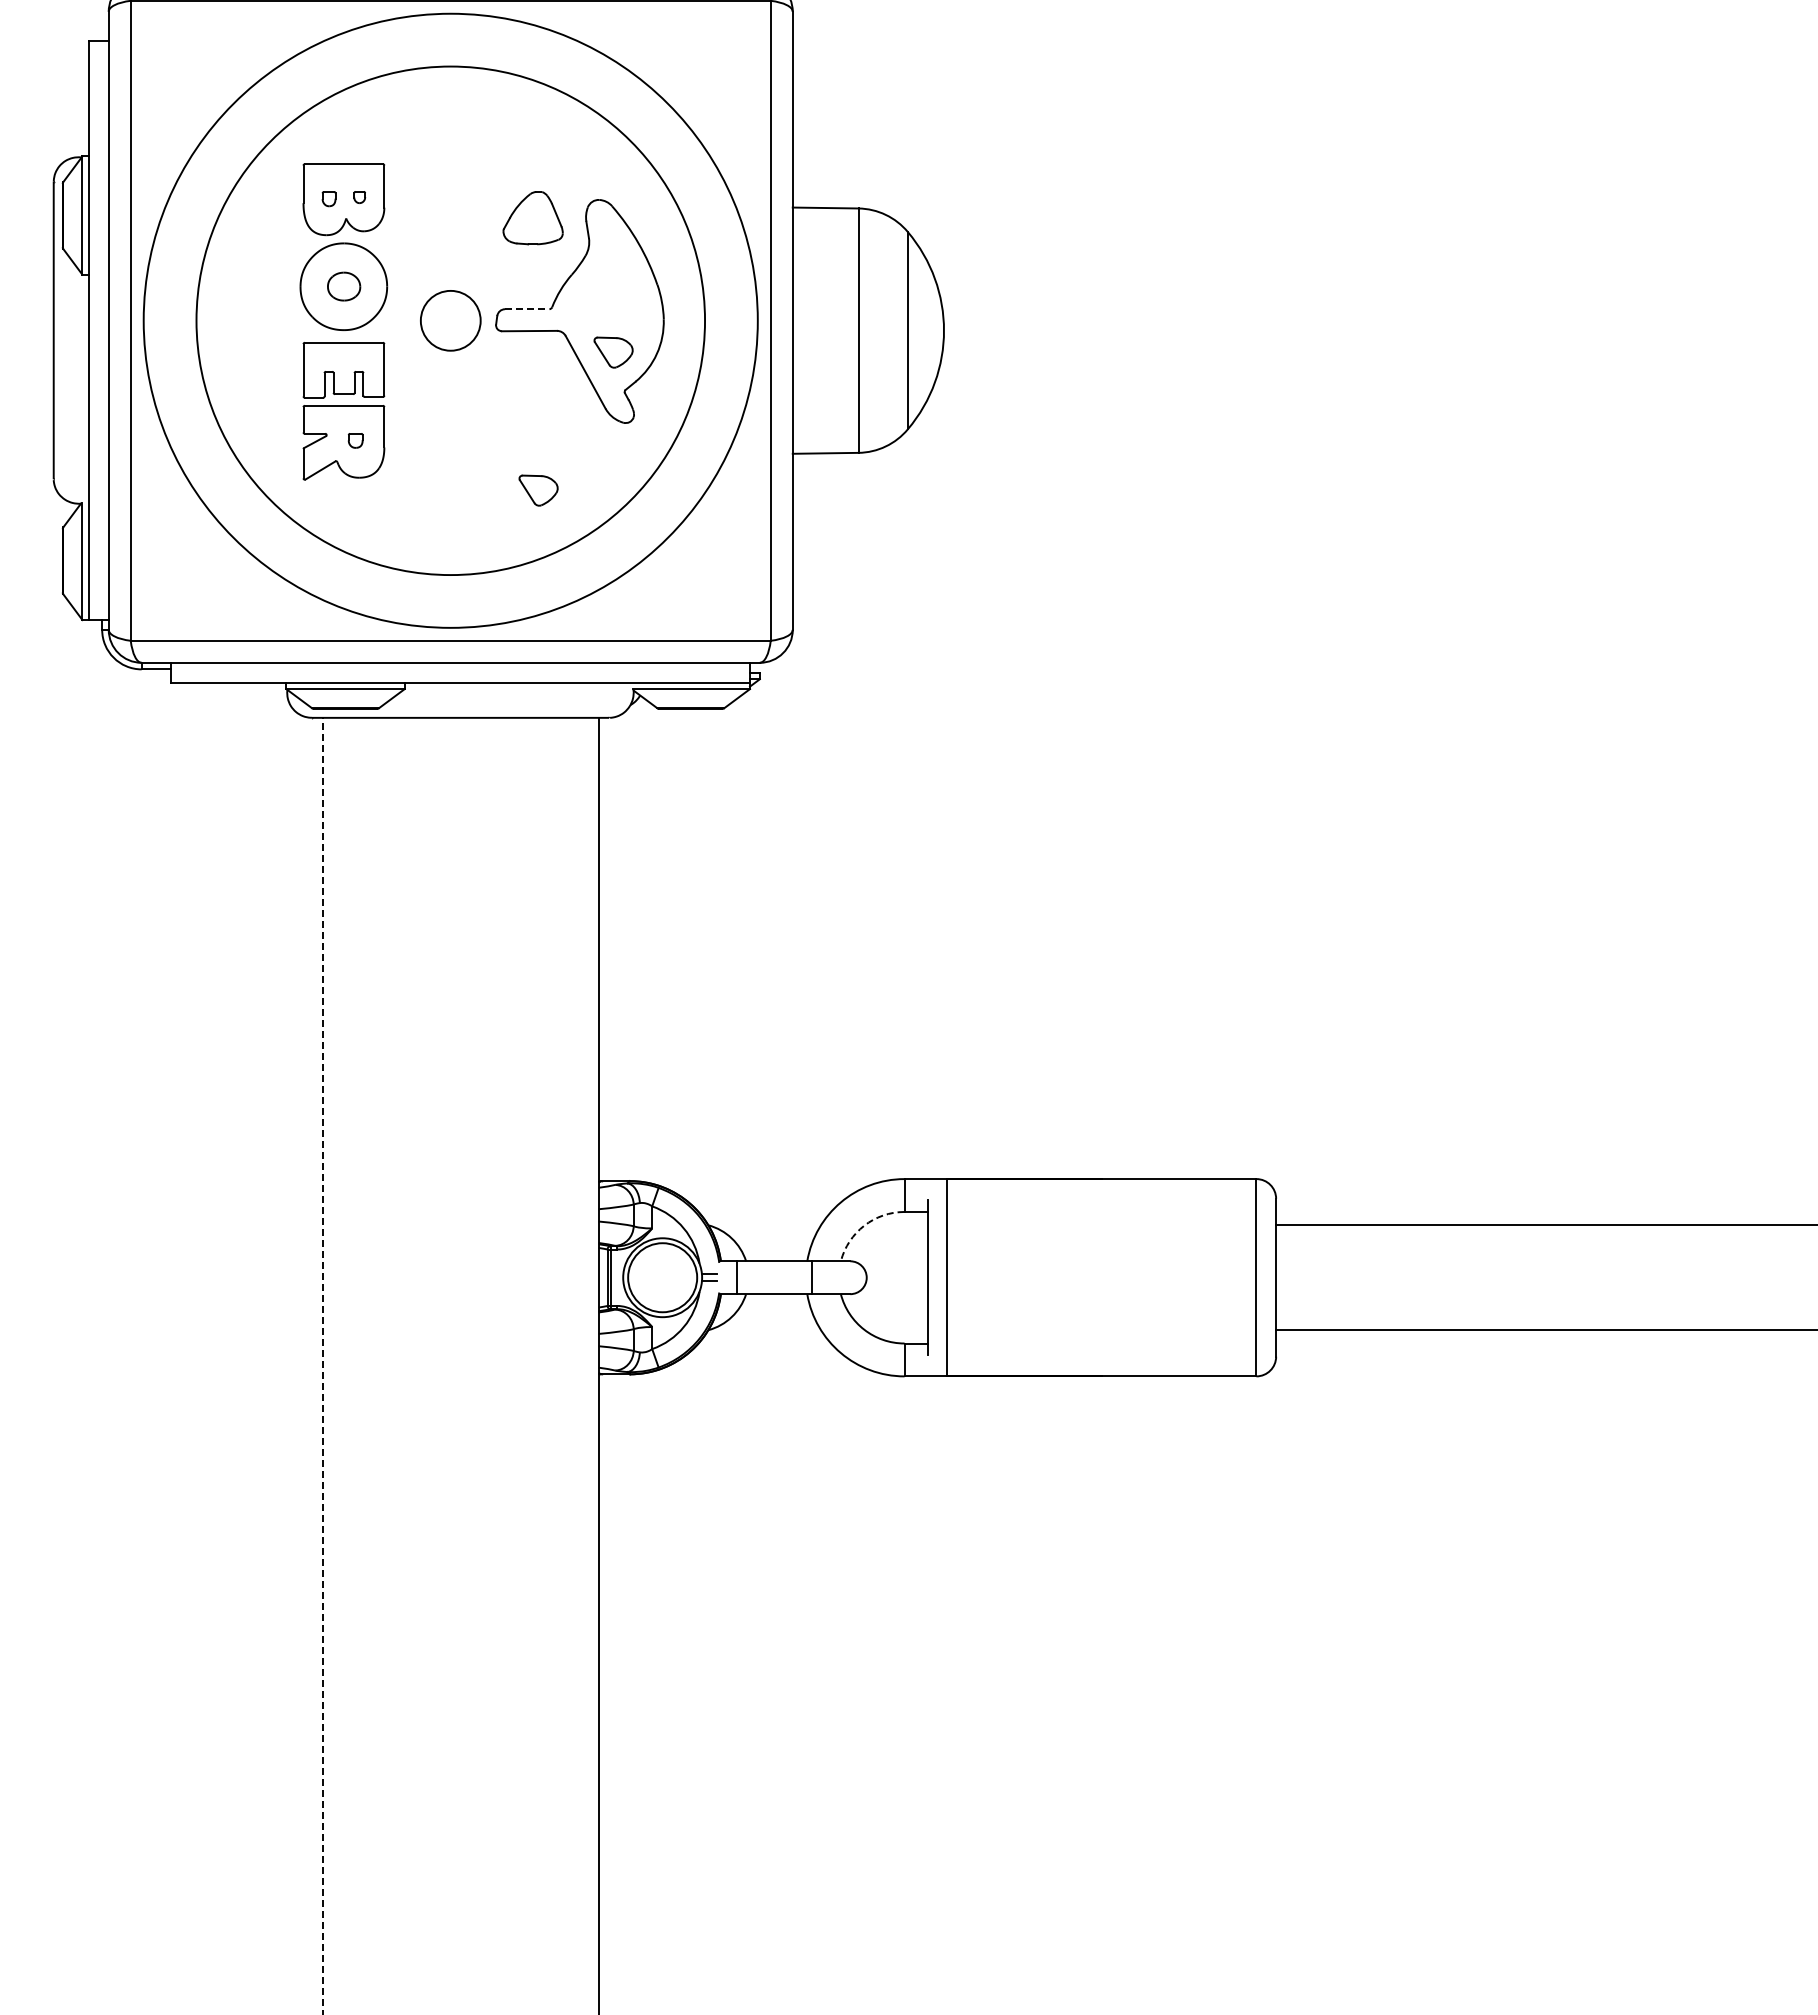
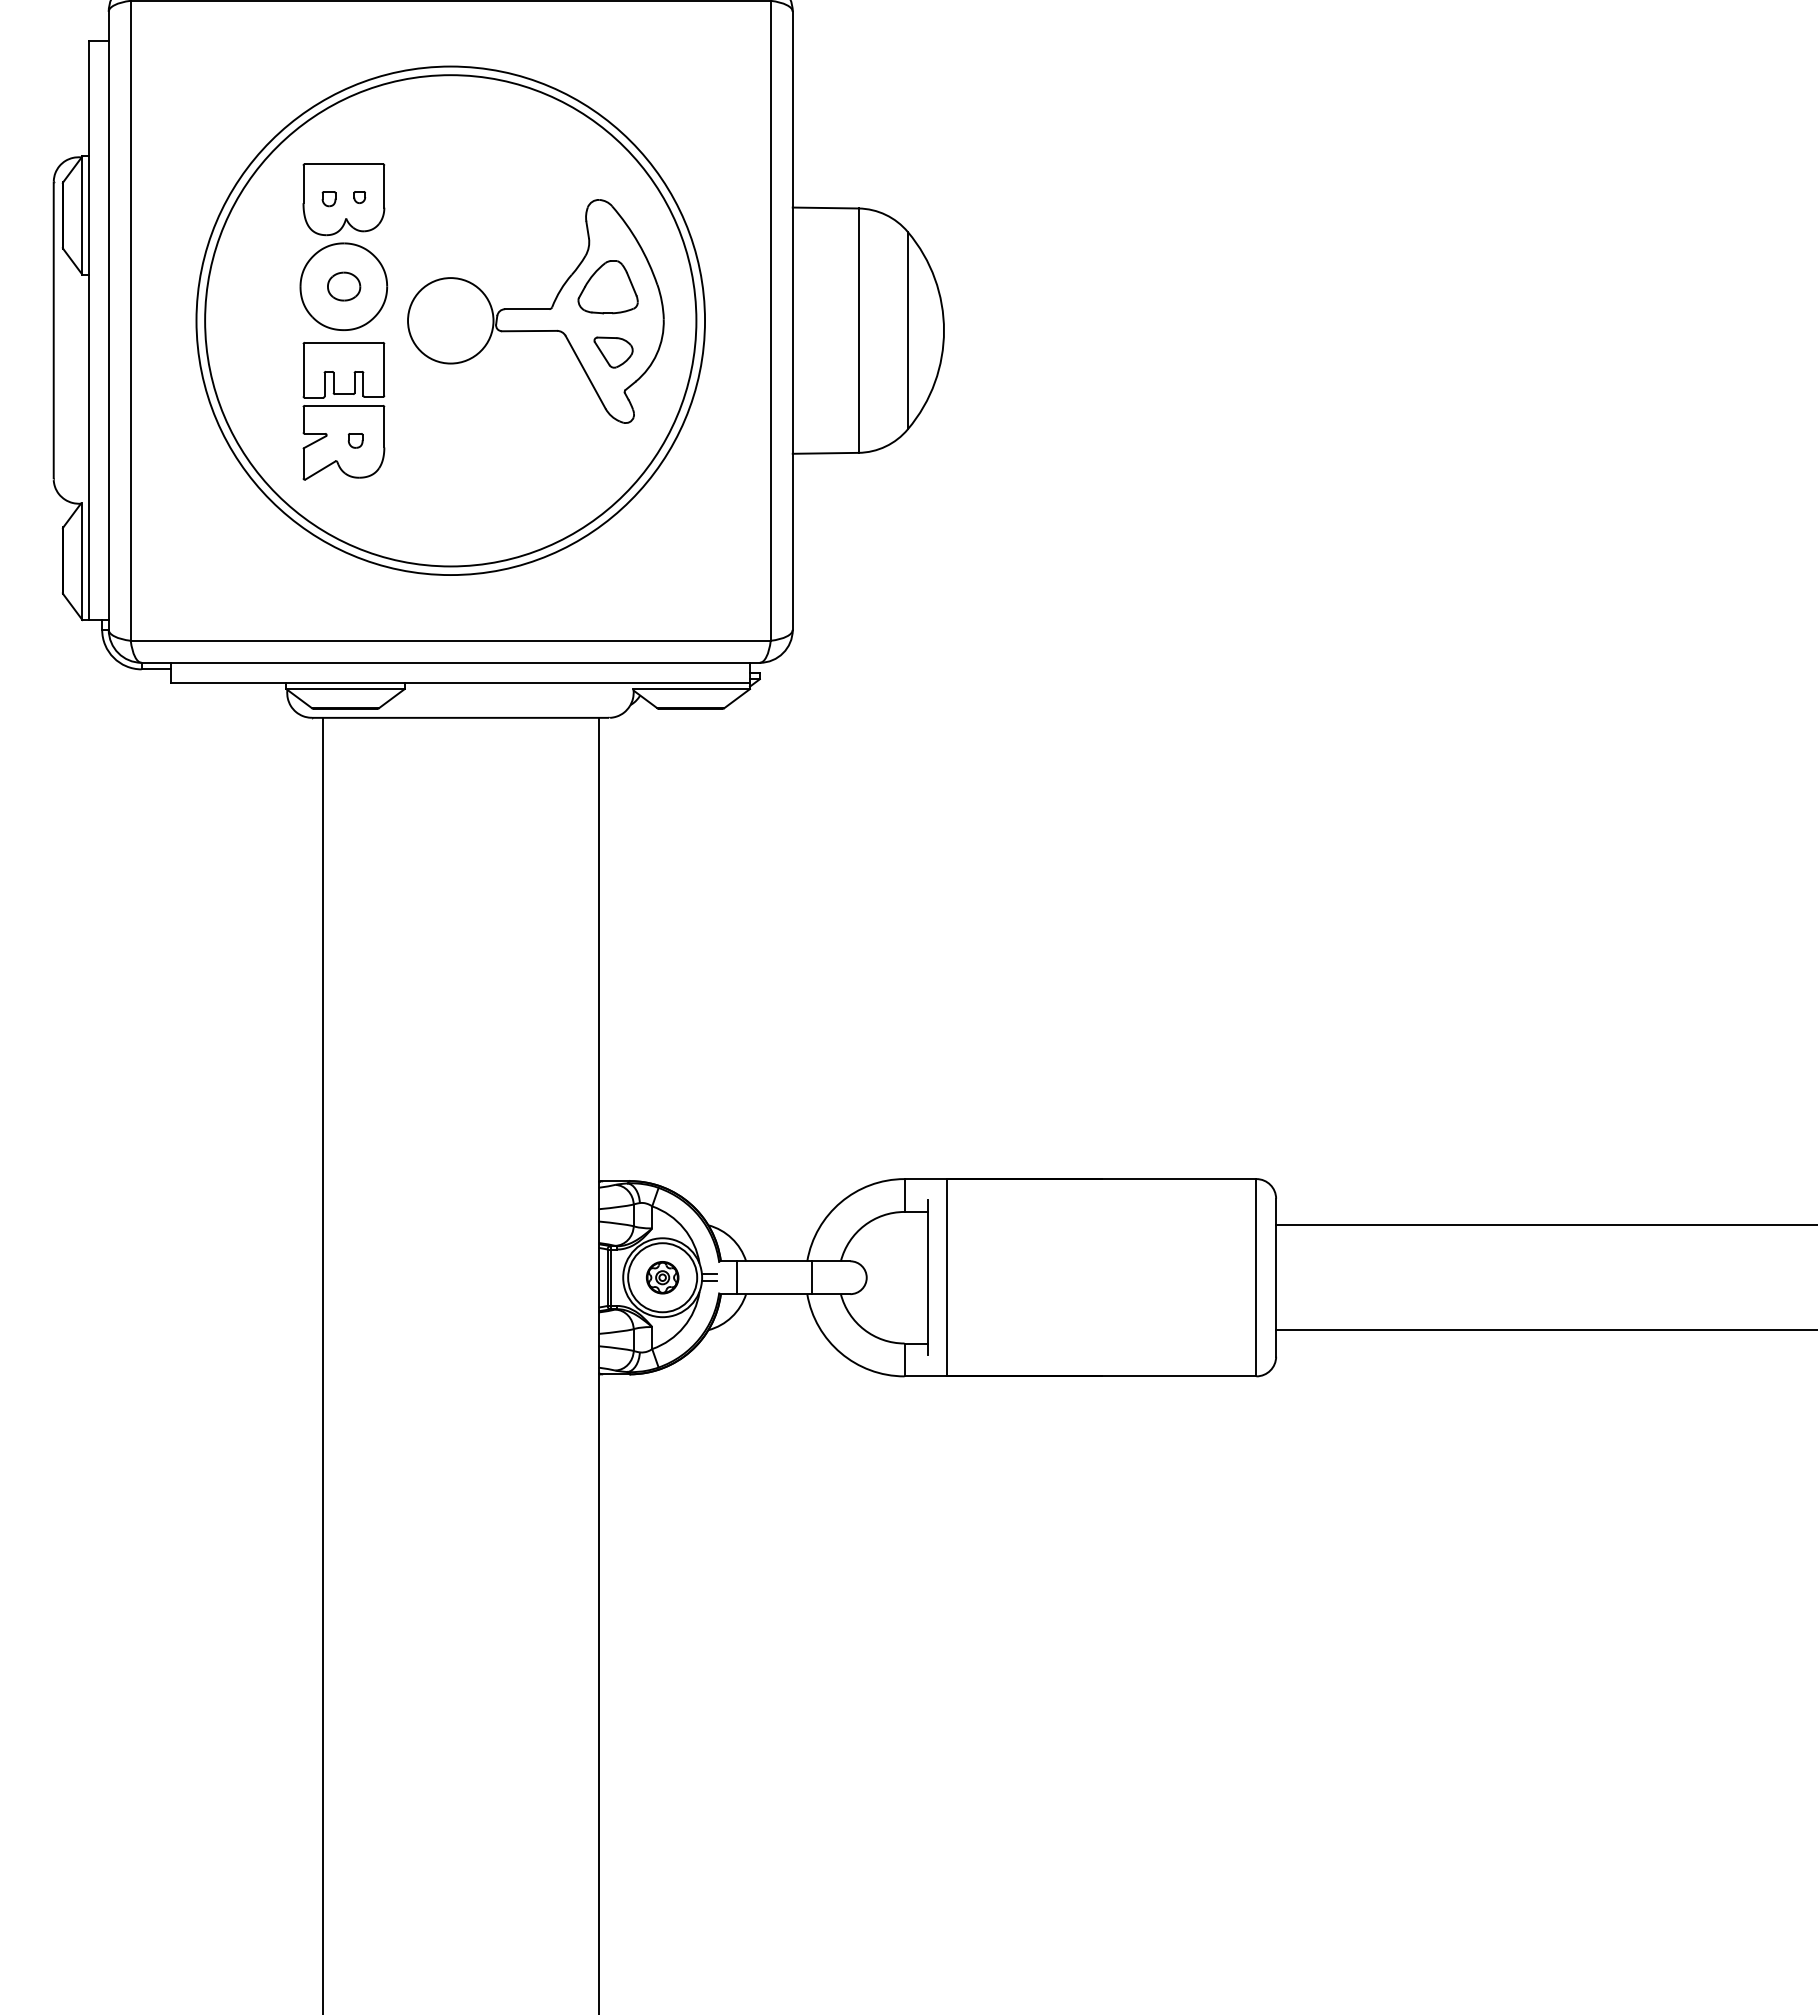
part at (532, 218) position: (532, 218) -> (607, 287)
line at (527, 309): dashed -> solid
circle at (450, 320) diameter: 60 px -> 85 px
circle at (450, 320) diameter: 614 px -> 491 px
part at (538, 490): present -> none
arc at (864, 1225): dashed -> solid
part at (662, 1277): none -> present
line at (322, 1365): dashed -> solid
